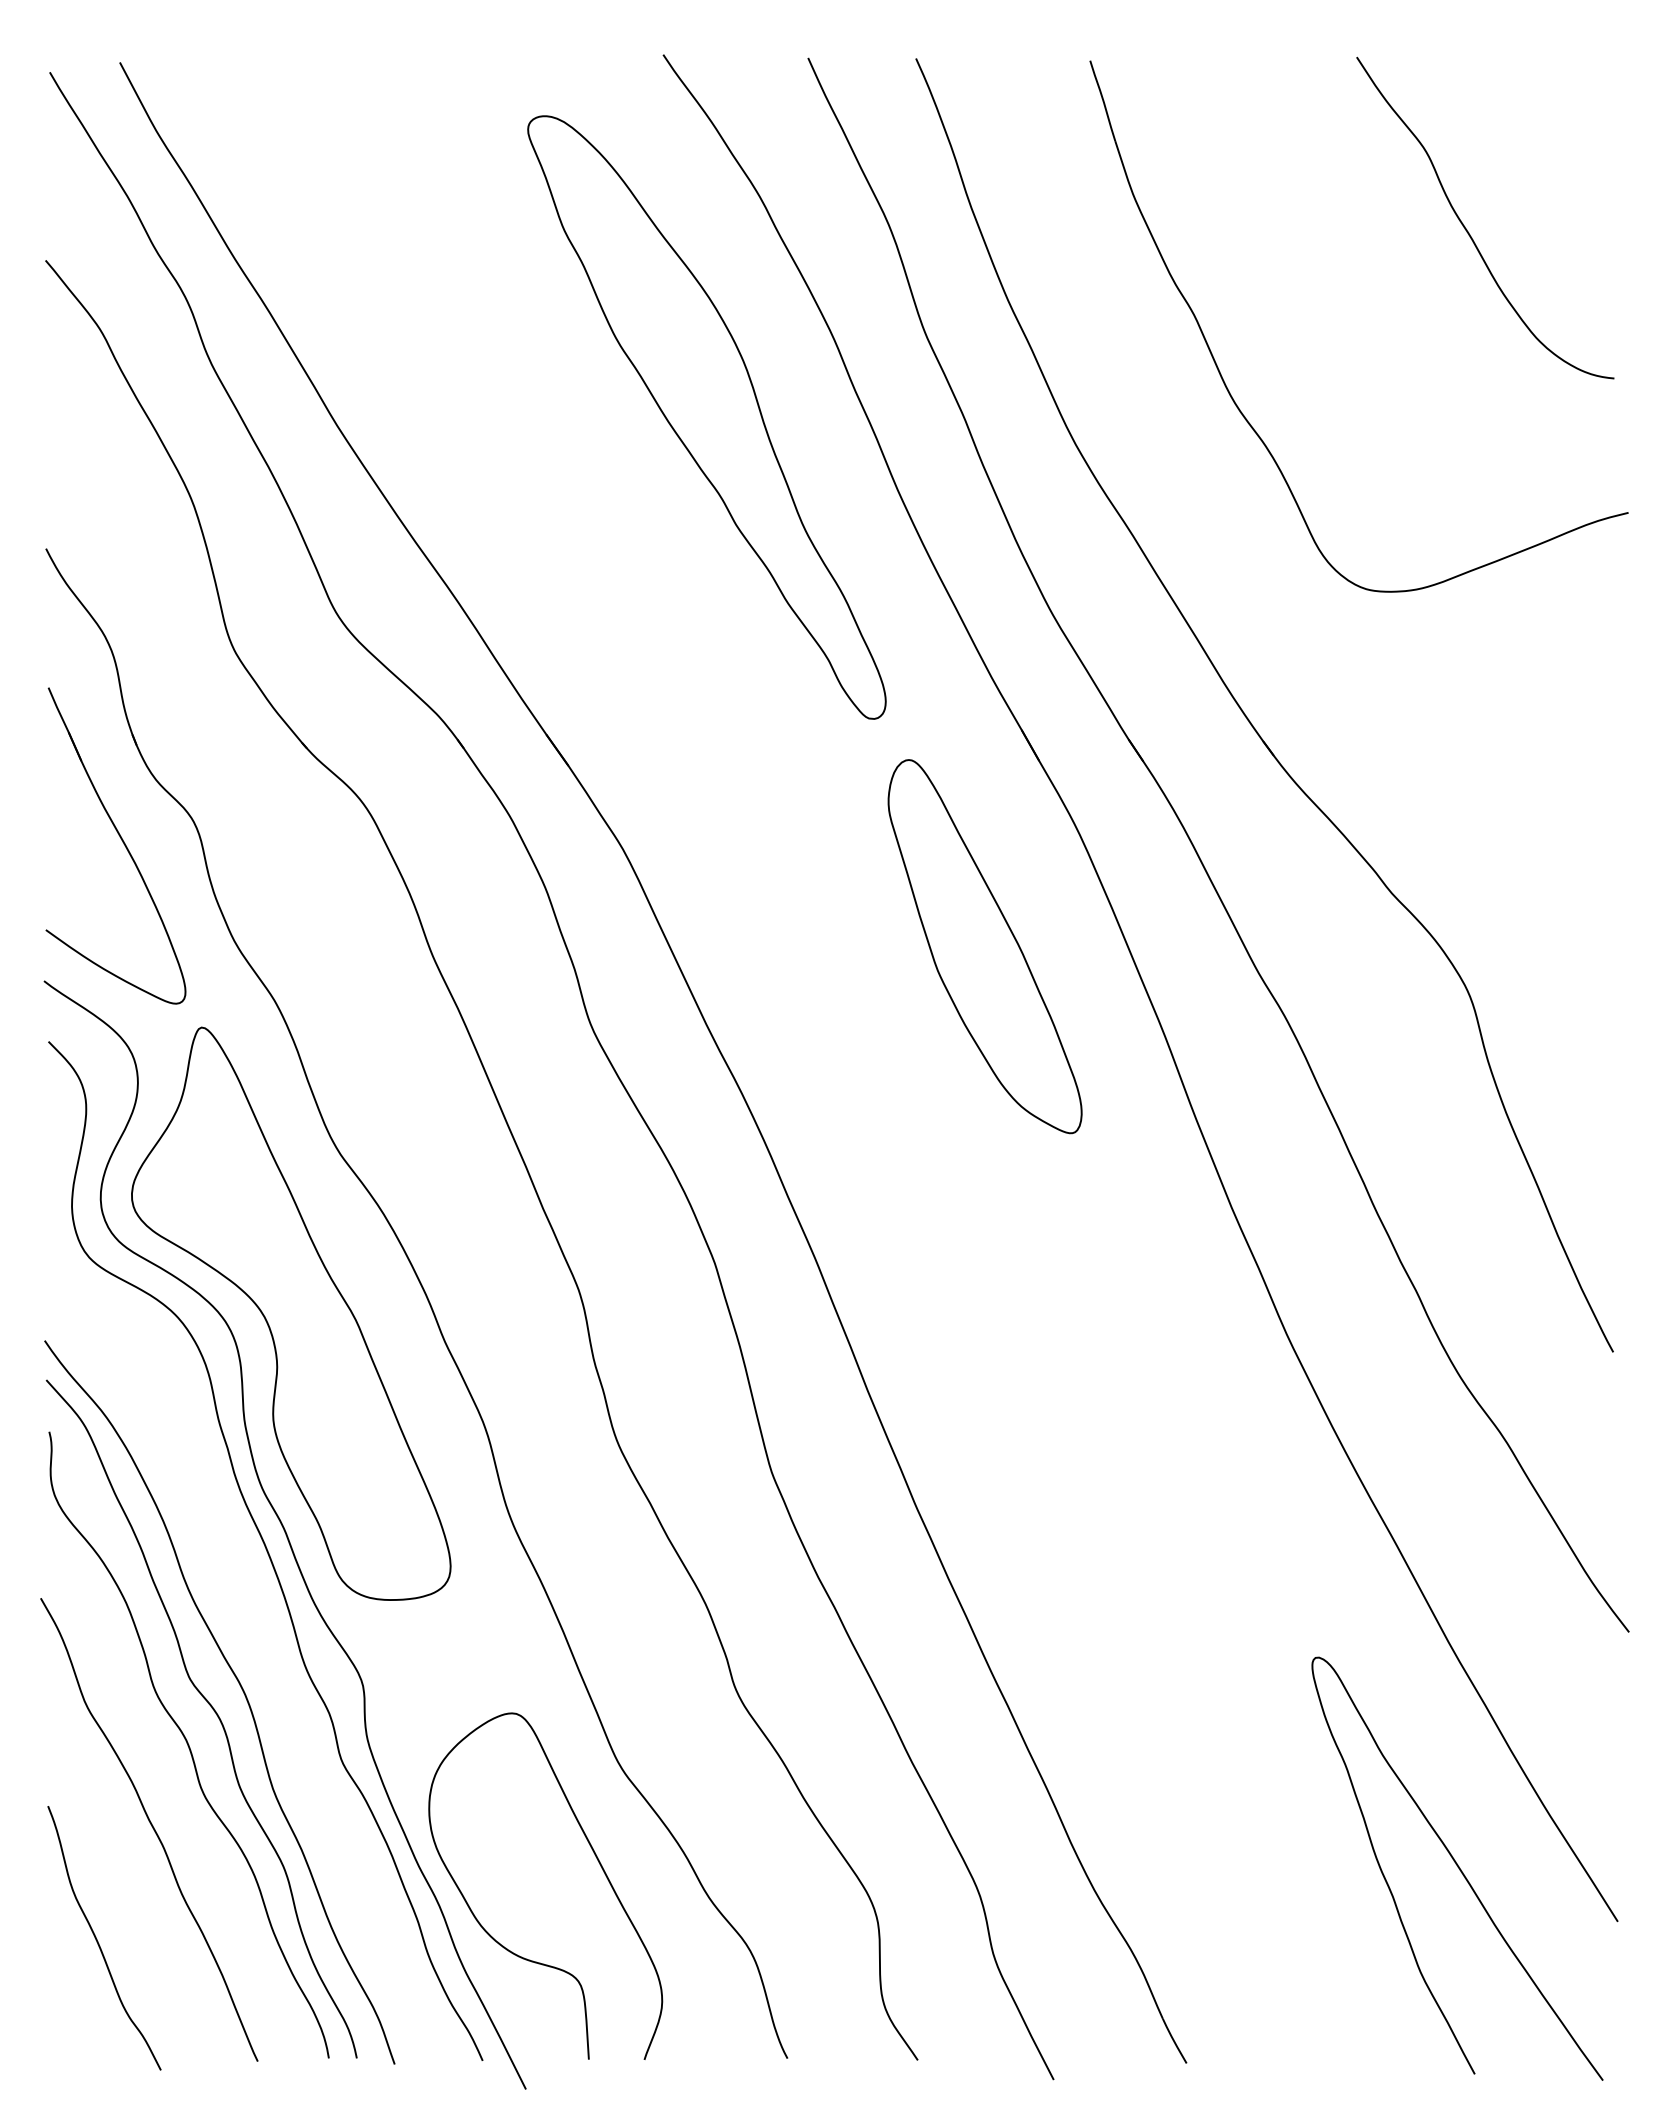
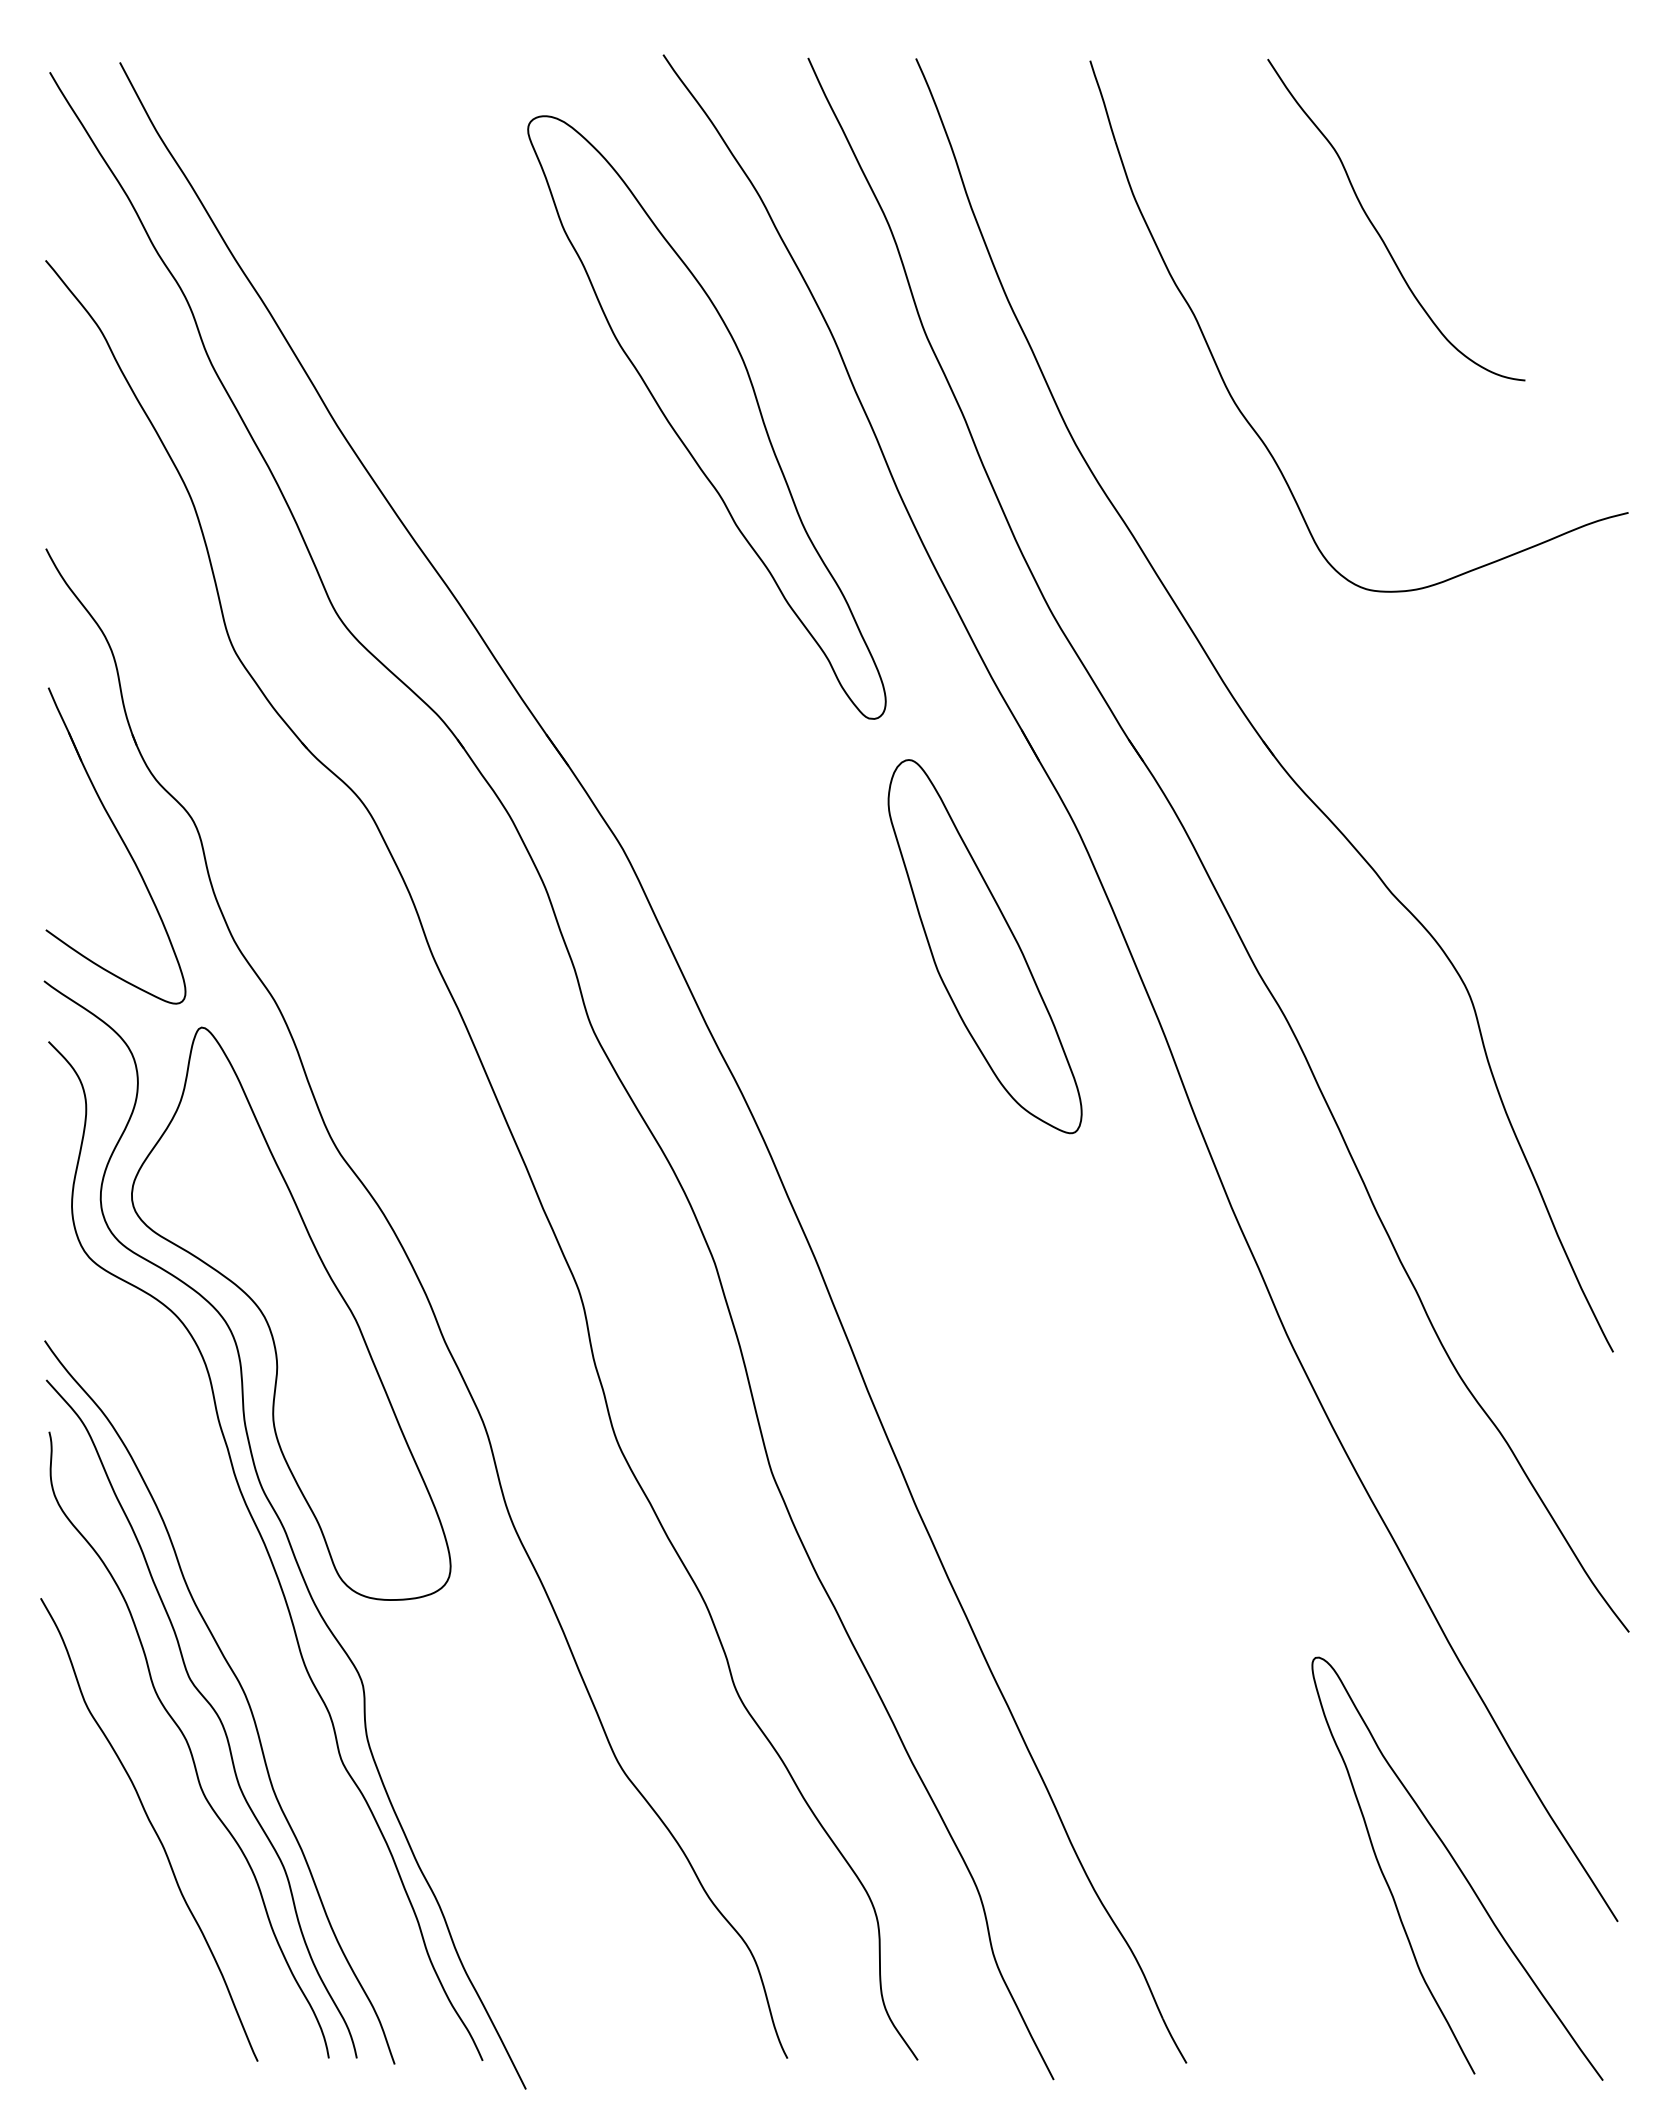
curve at (1467, 229) position: (1467, 229) -> (1378, 231)
curve at (593, 1853): present -> none
curve at (98, 1941): present -> none
